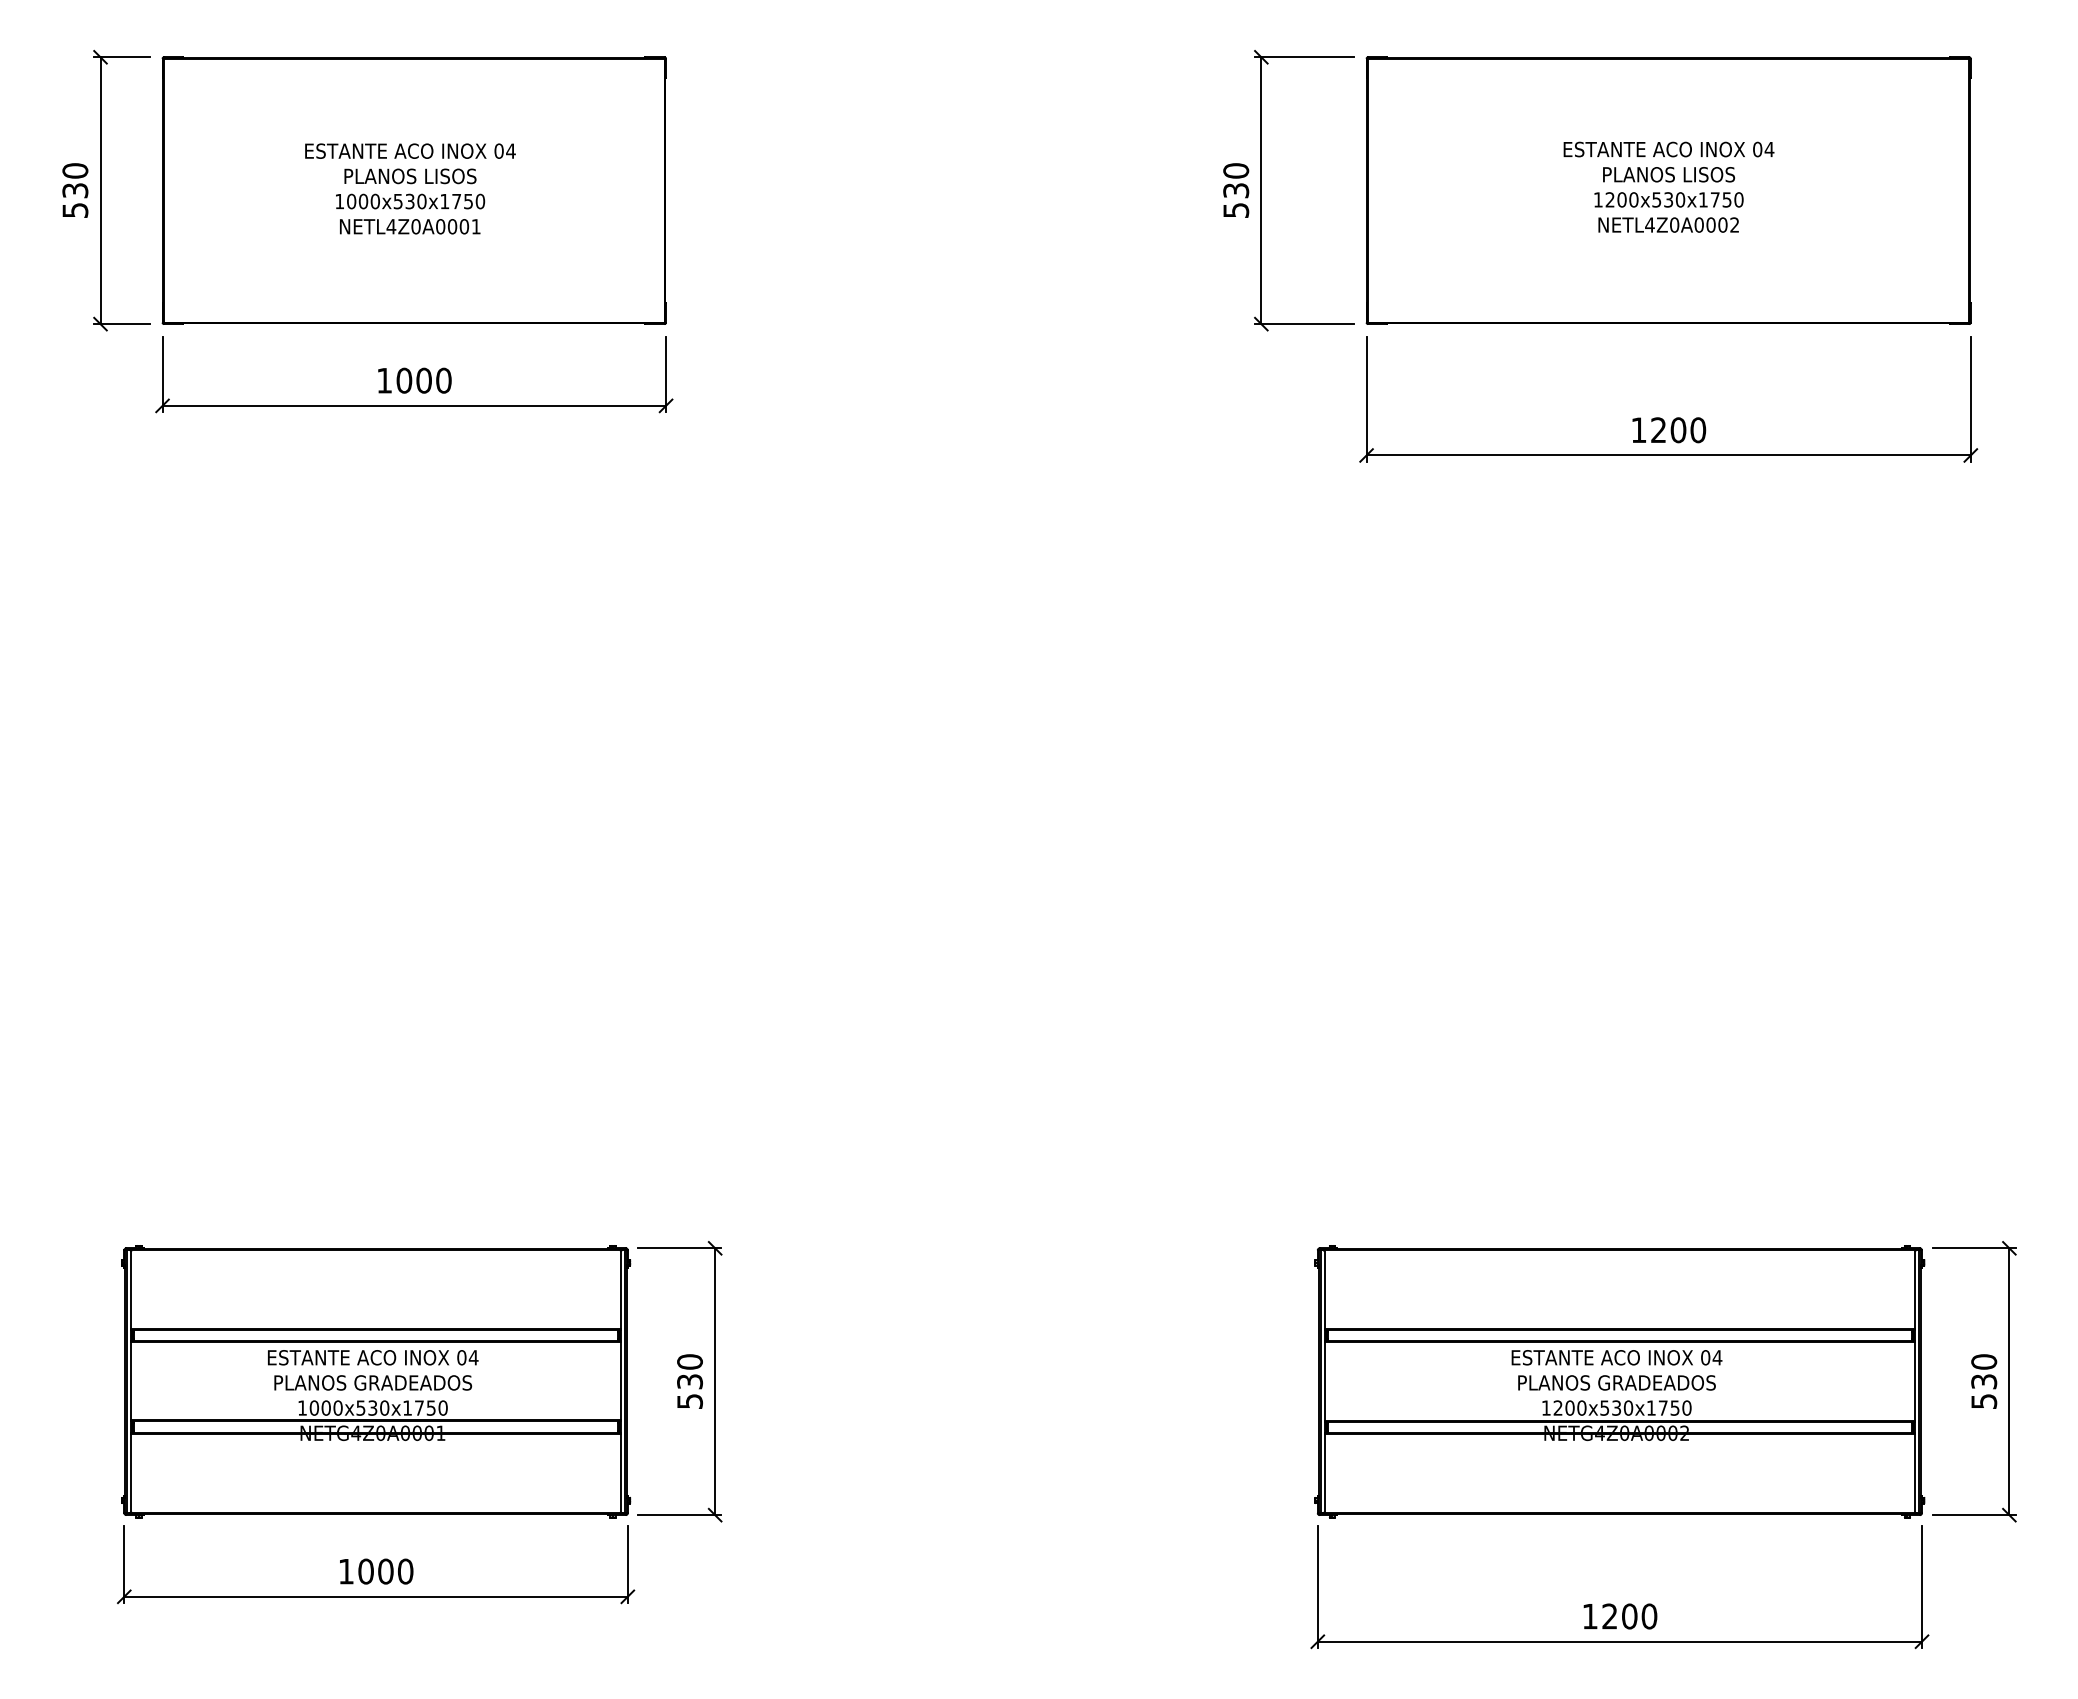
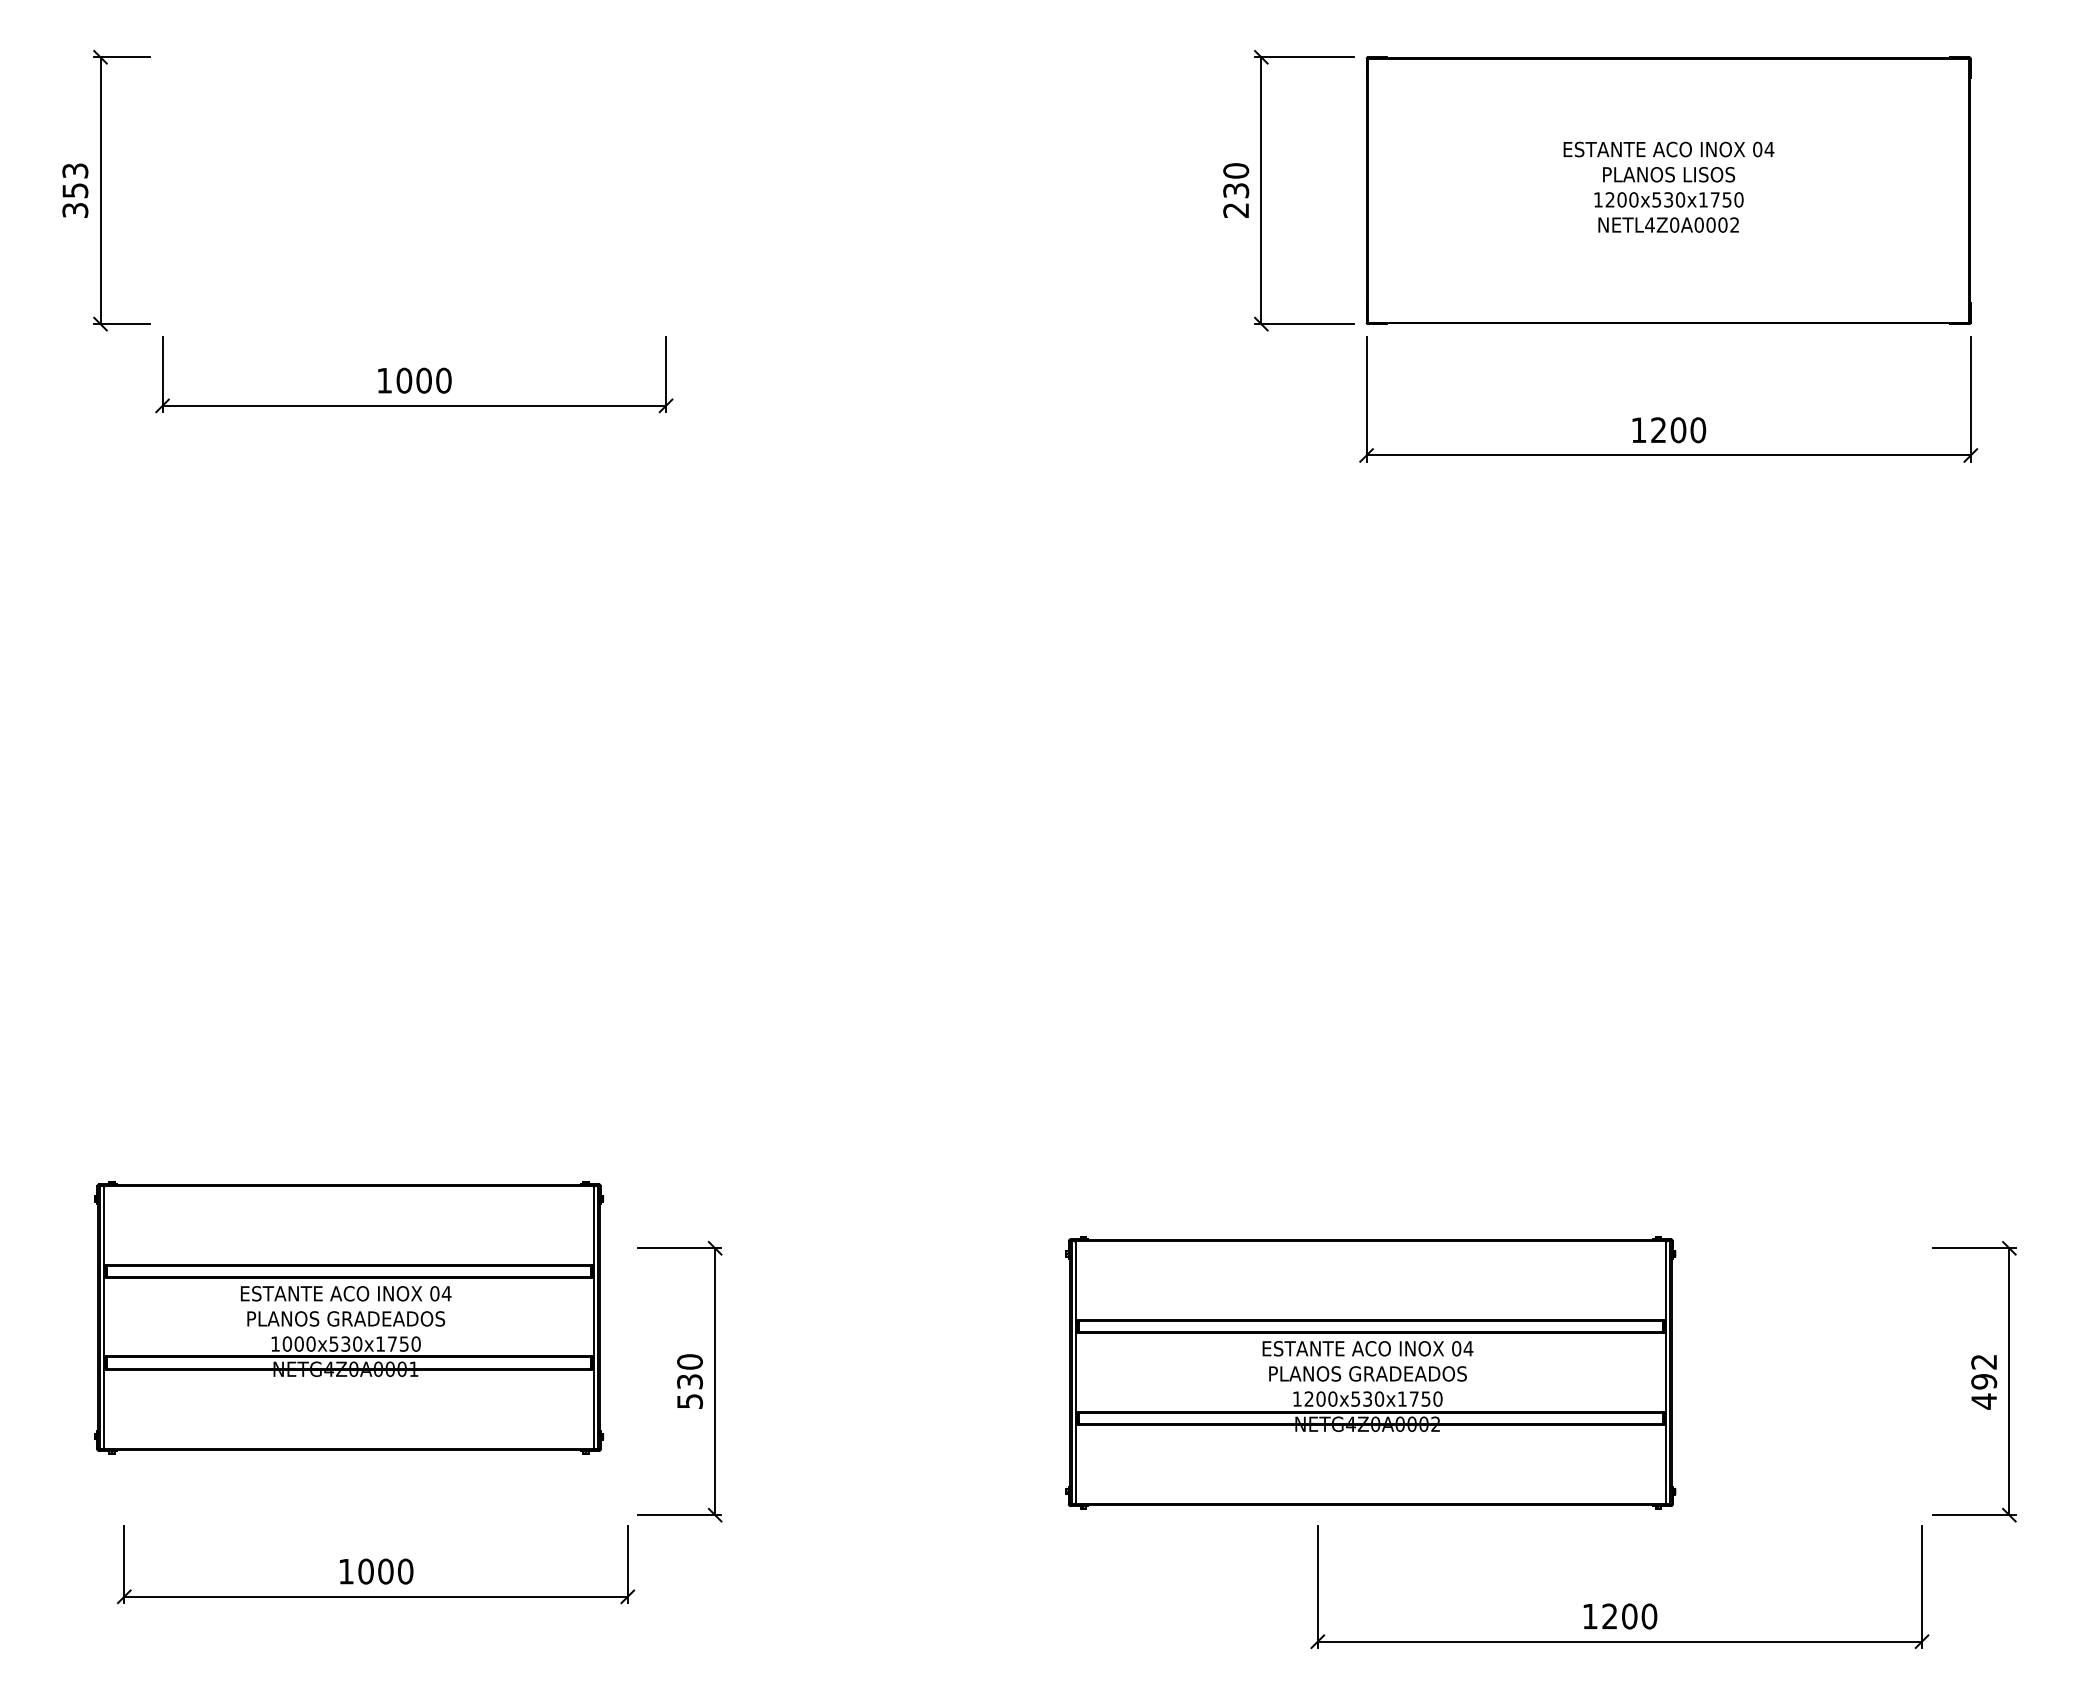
text at (75, 190): 530 -> 353
part at (413, 190): present -> none
text at (1236, 210): 530 -> 230
part at (376, 1381) position: (376, 1381) -> (349, 1317)
part at (1619, 1381) position: (1619, 1381) -> (1370, 1372)
text at (1984, 1381): 530 -> 492
